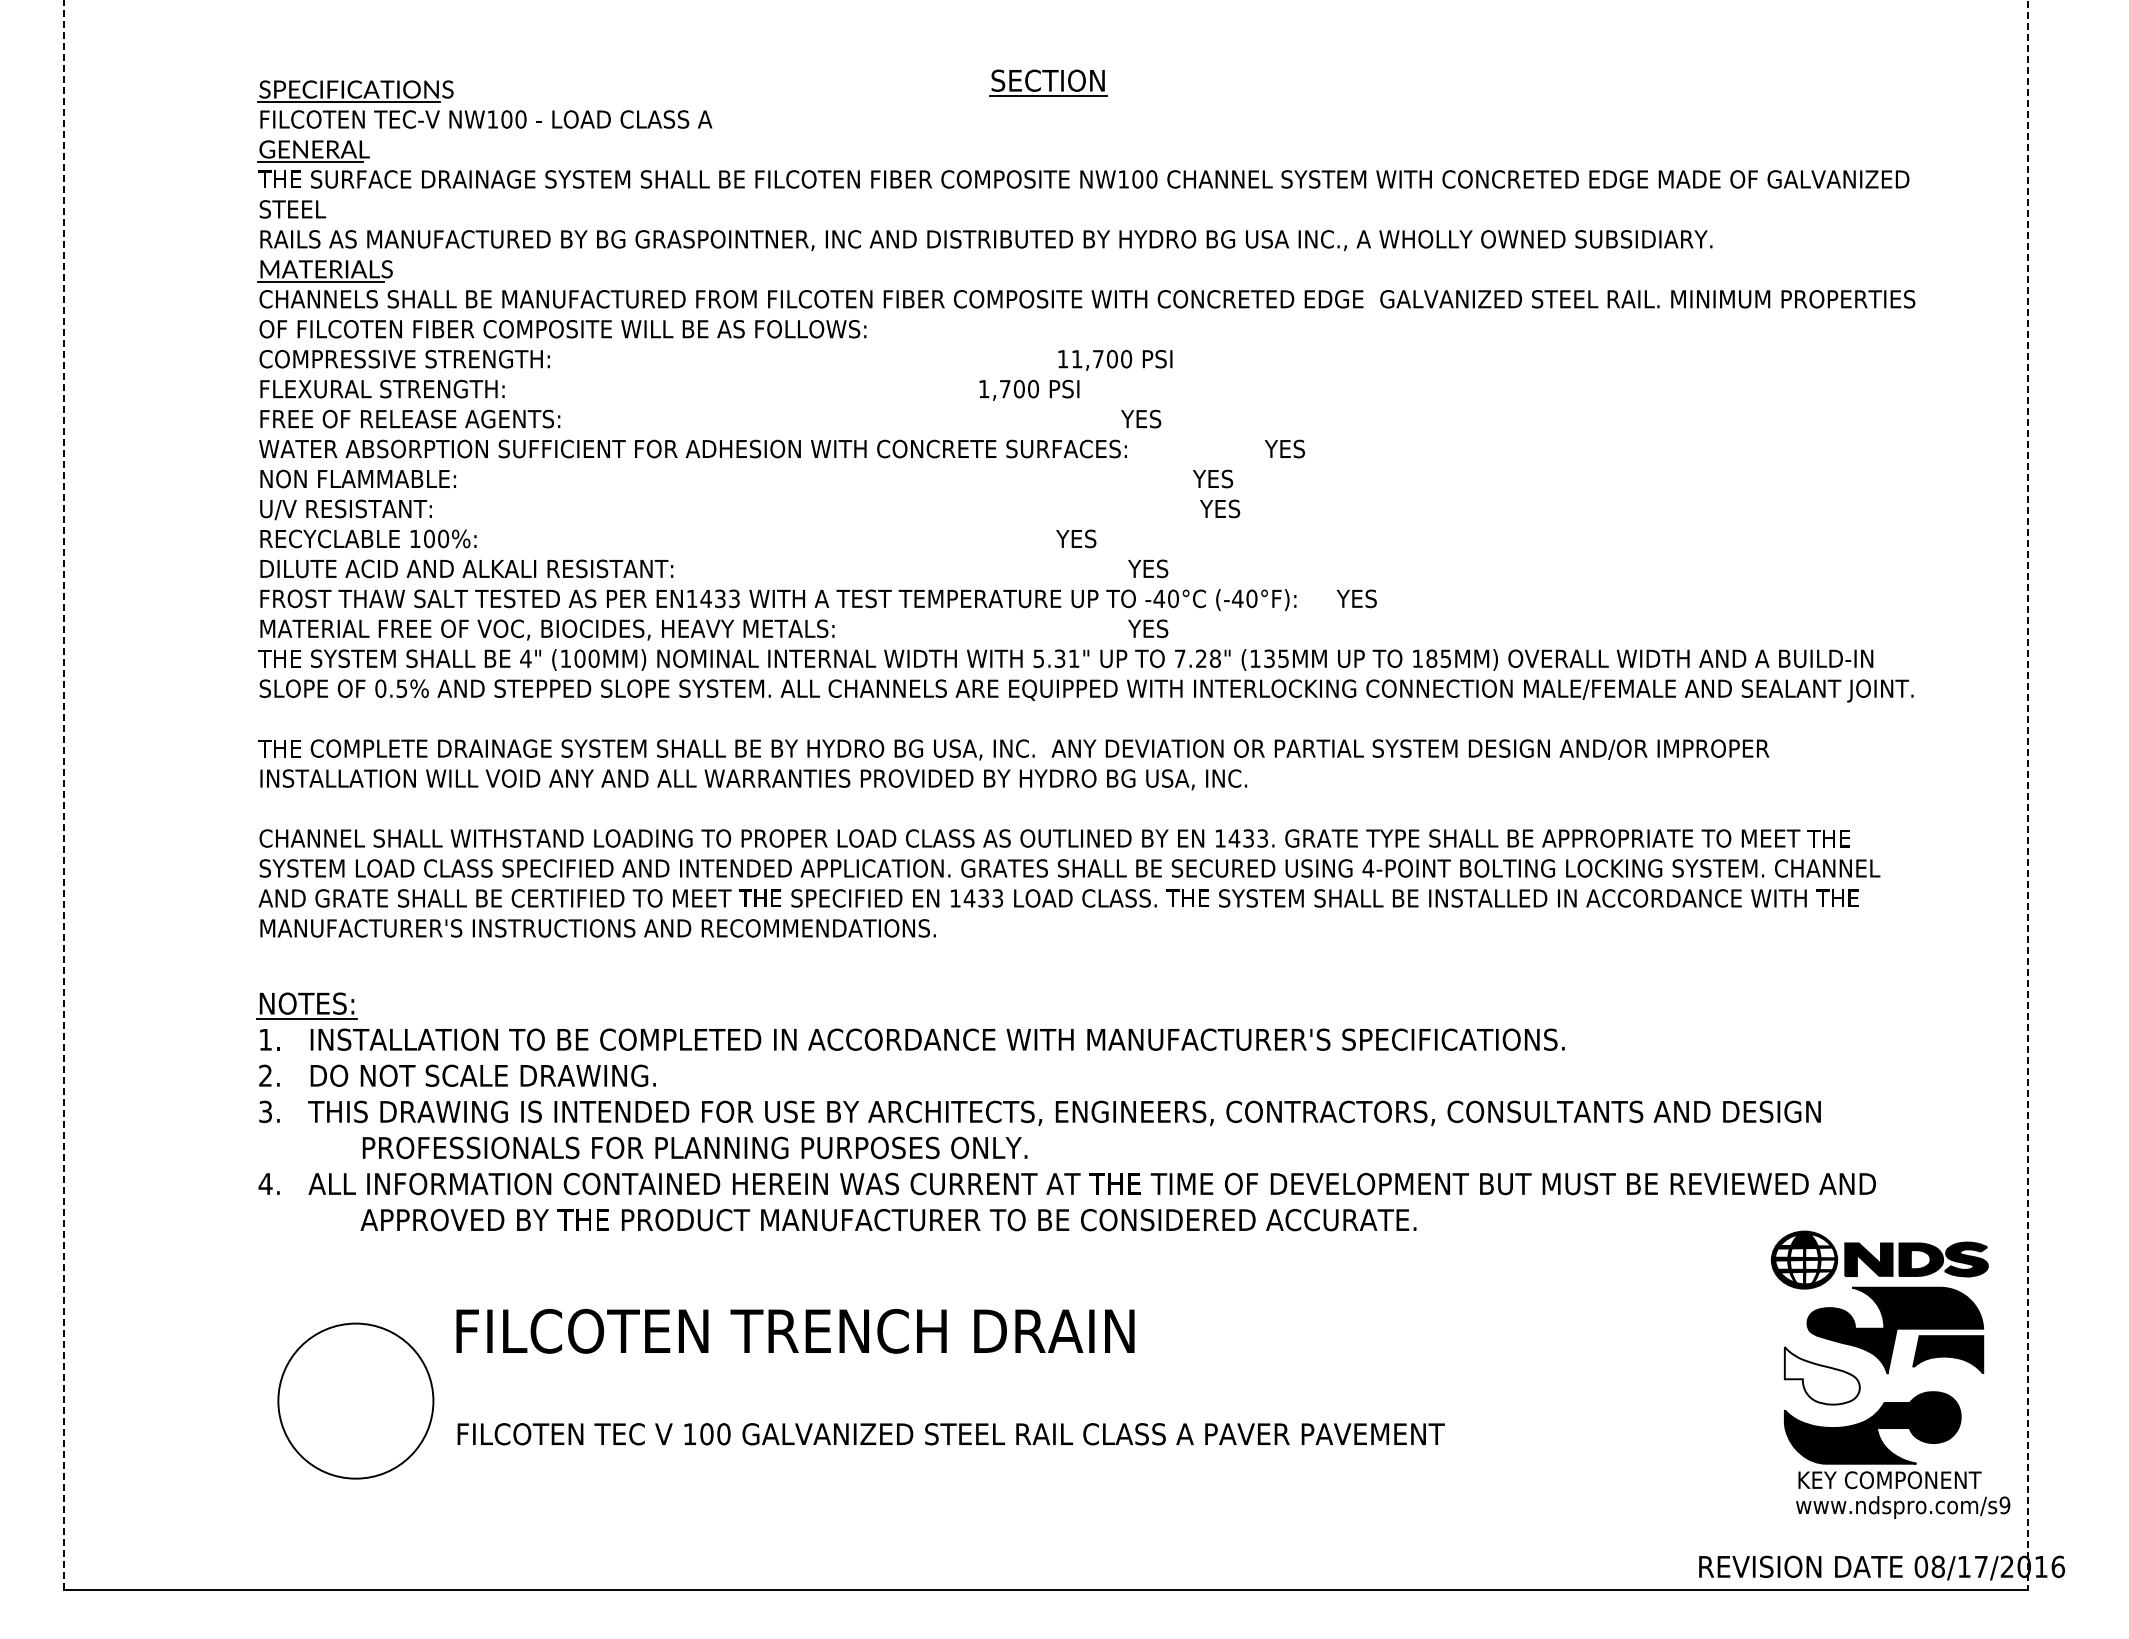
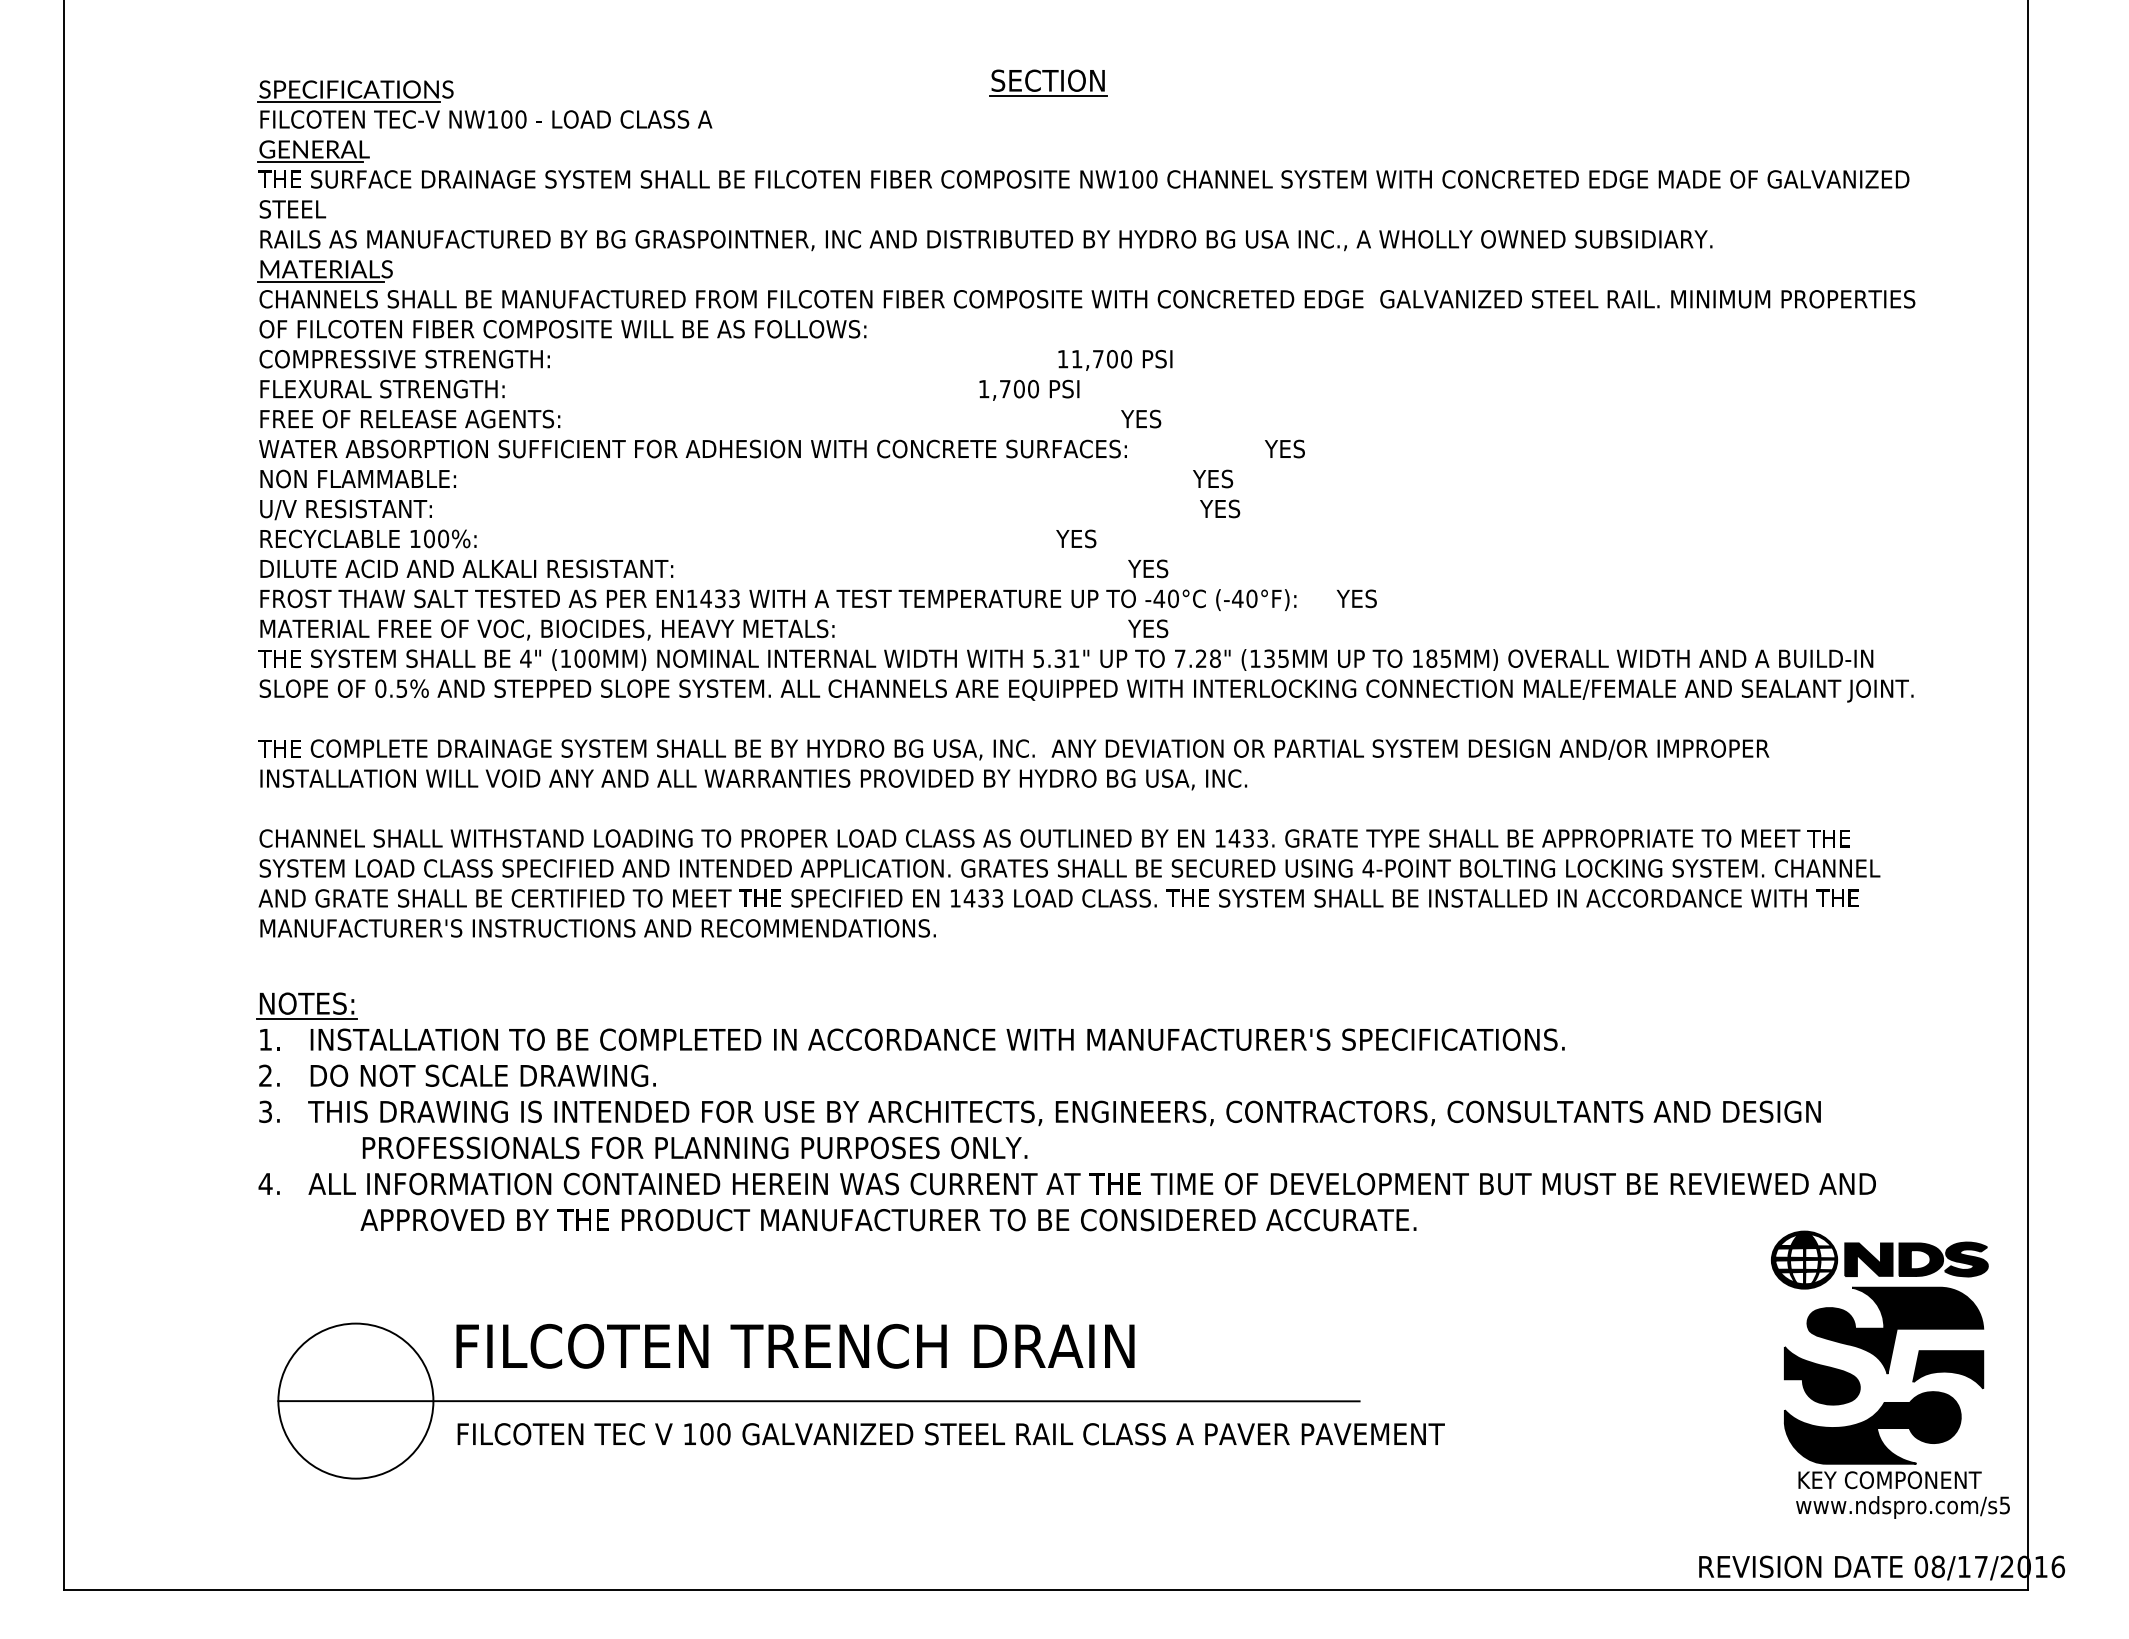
line at (63, 794): dashed -> solid
line at (2027, 795): dashed -> solid
text at (795, 1331) position: (795, 1331) -> (795, 1346)
part at (1948, 1354) position: (1948, 1354) -> (1948, 1369)
fill at (1821, 1375): none -> present
line at (818, 1401): none -> present
text at (2004, 1504): www.ndspro.com/s9 -> www.ndspro.com/s5
